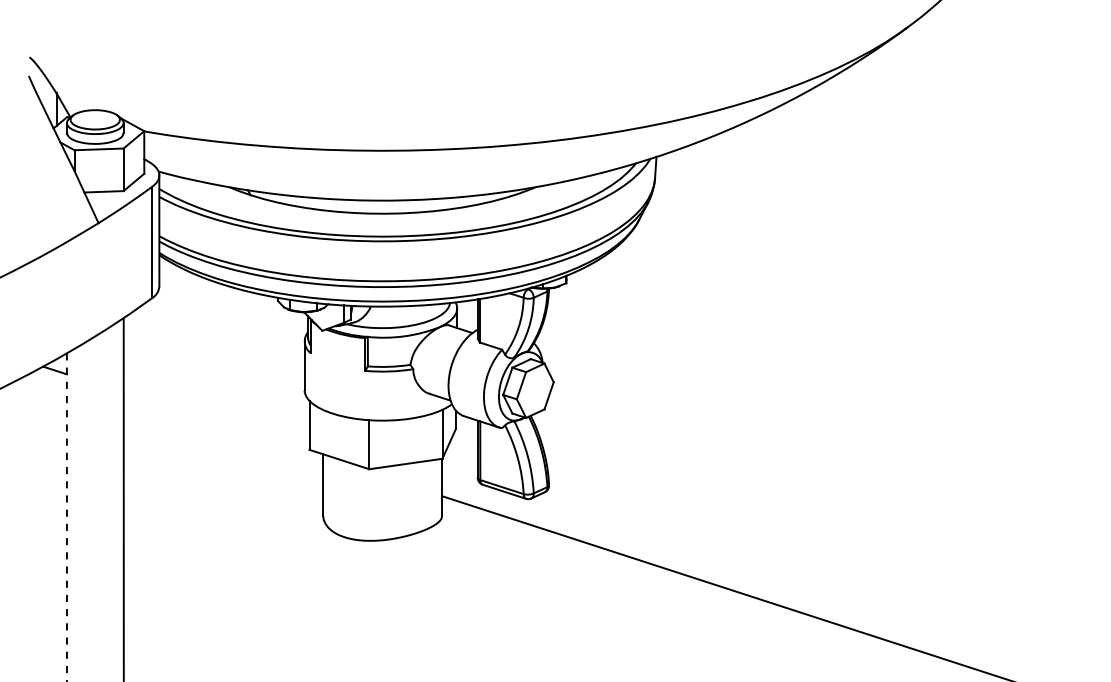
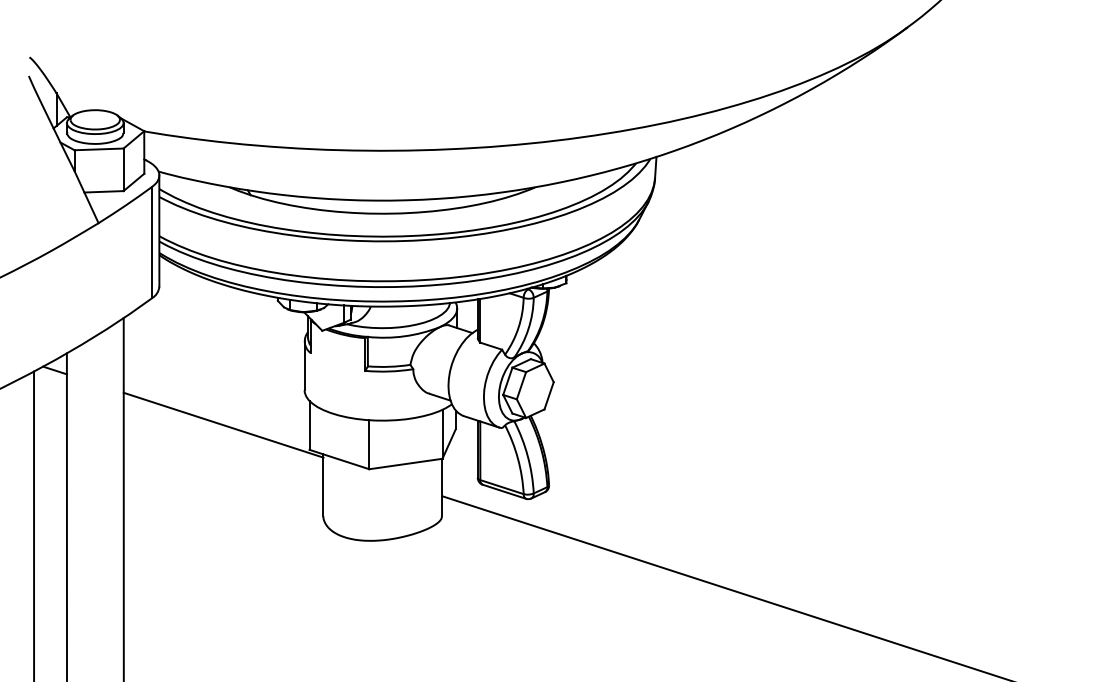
line at (223, 424): none -> present
line at (66, 517): dashed -> solid
line at (34, 524): none -> present
